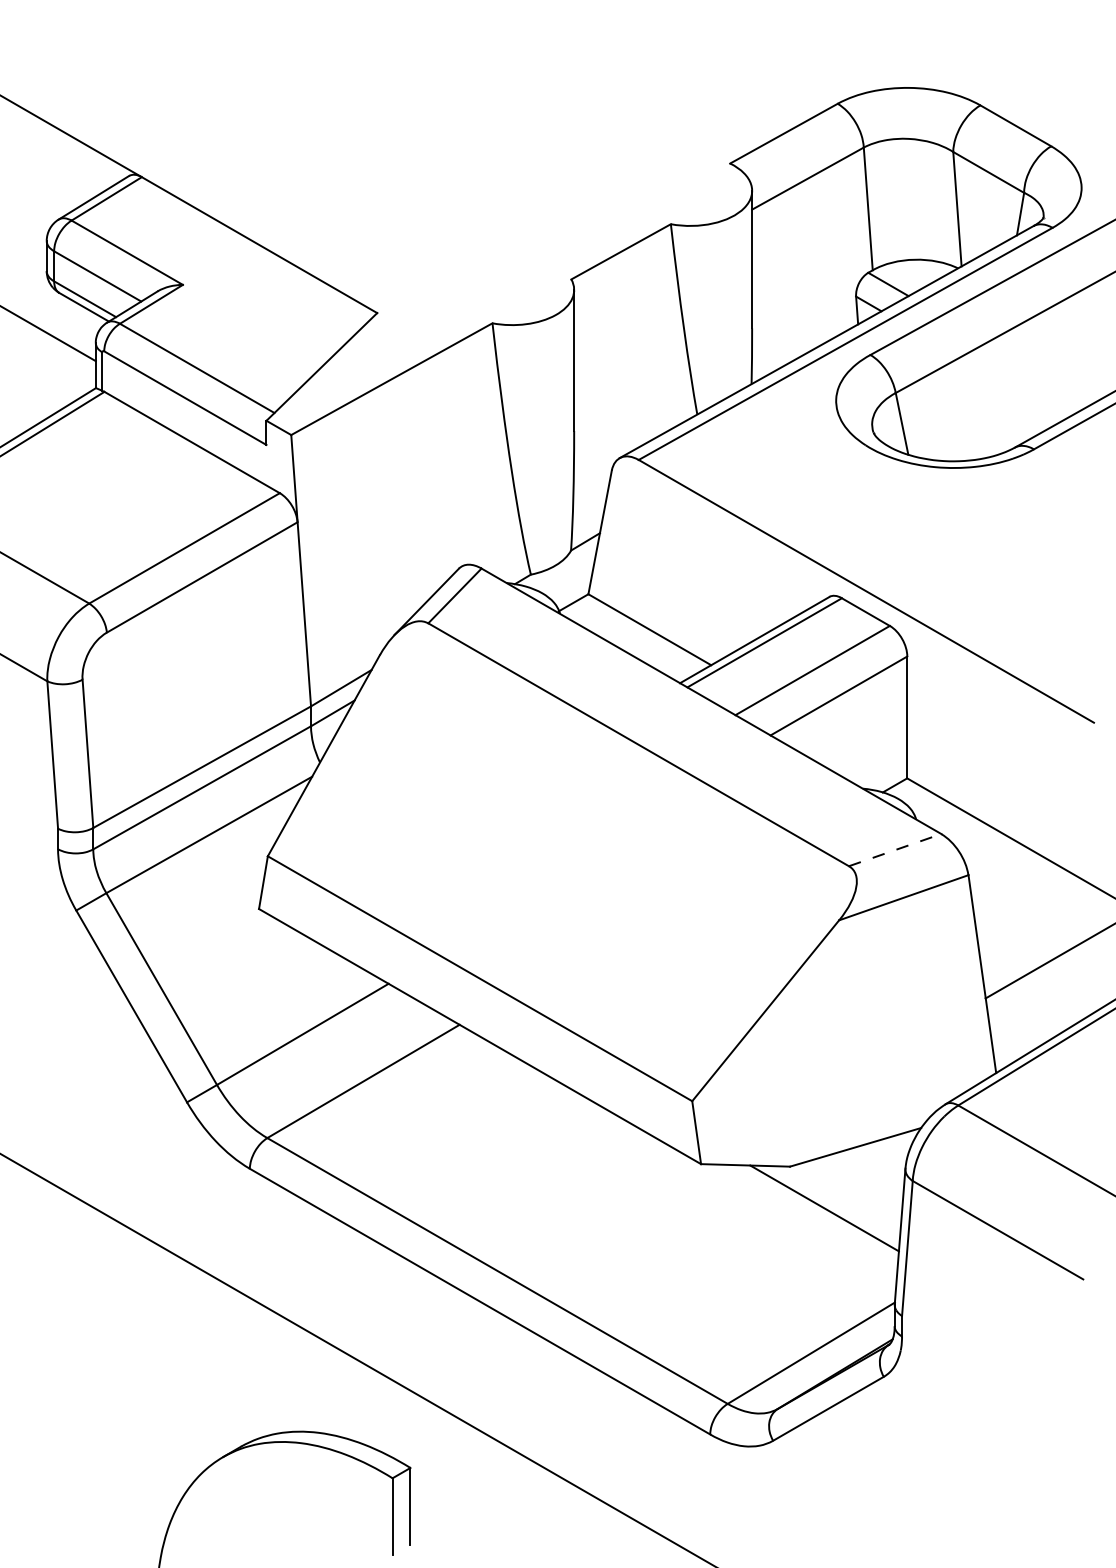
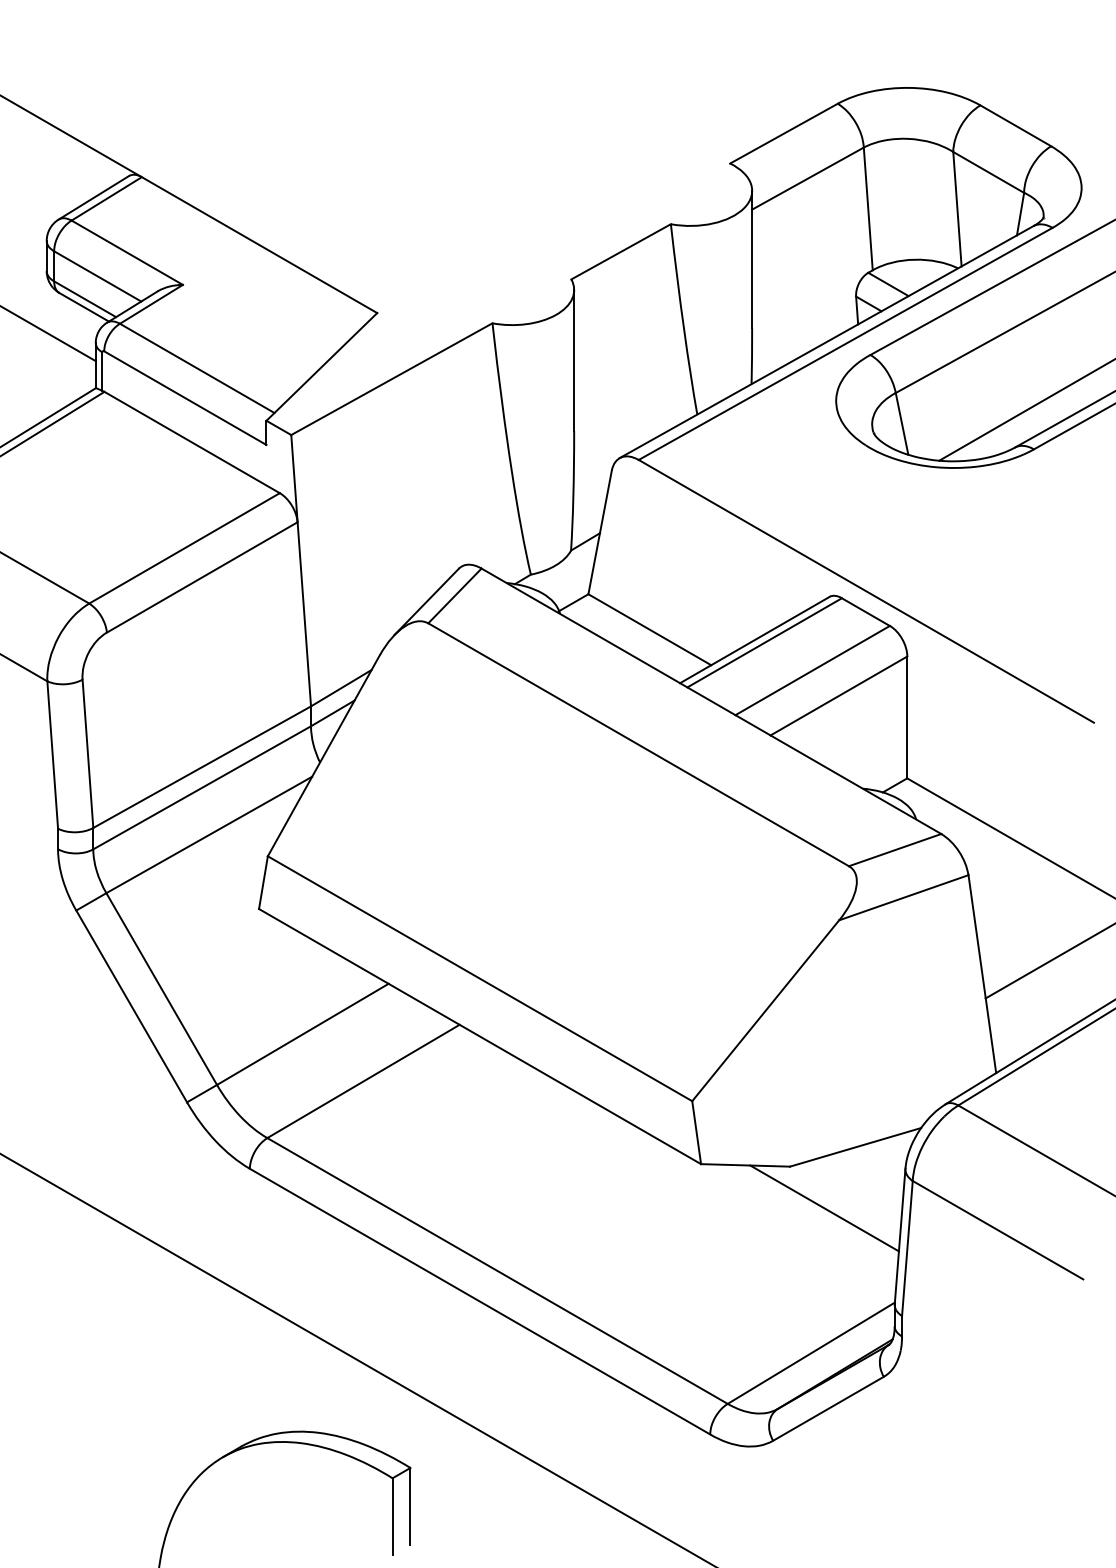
line at (1025, 410): none -> present
line at (895, 850): dashed -> solid
